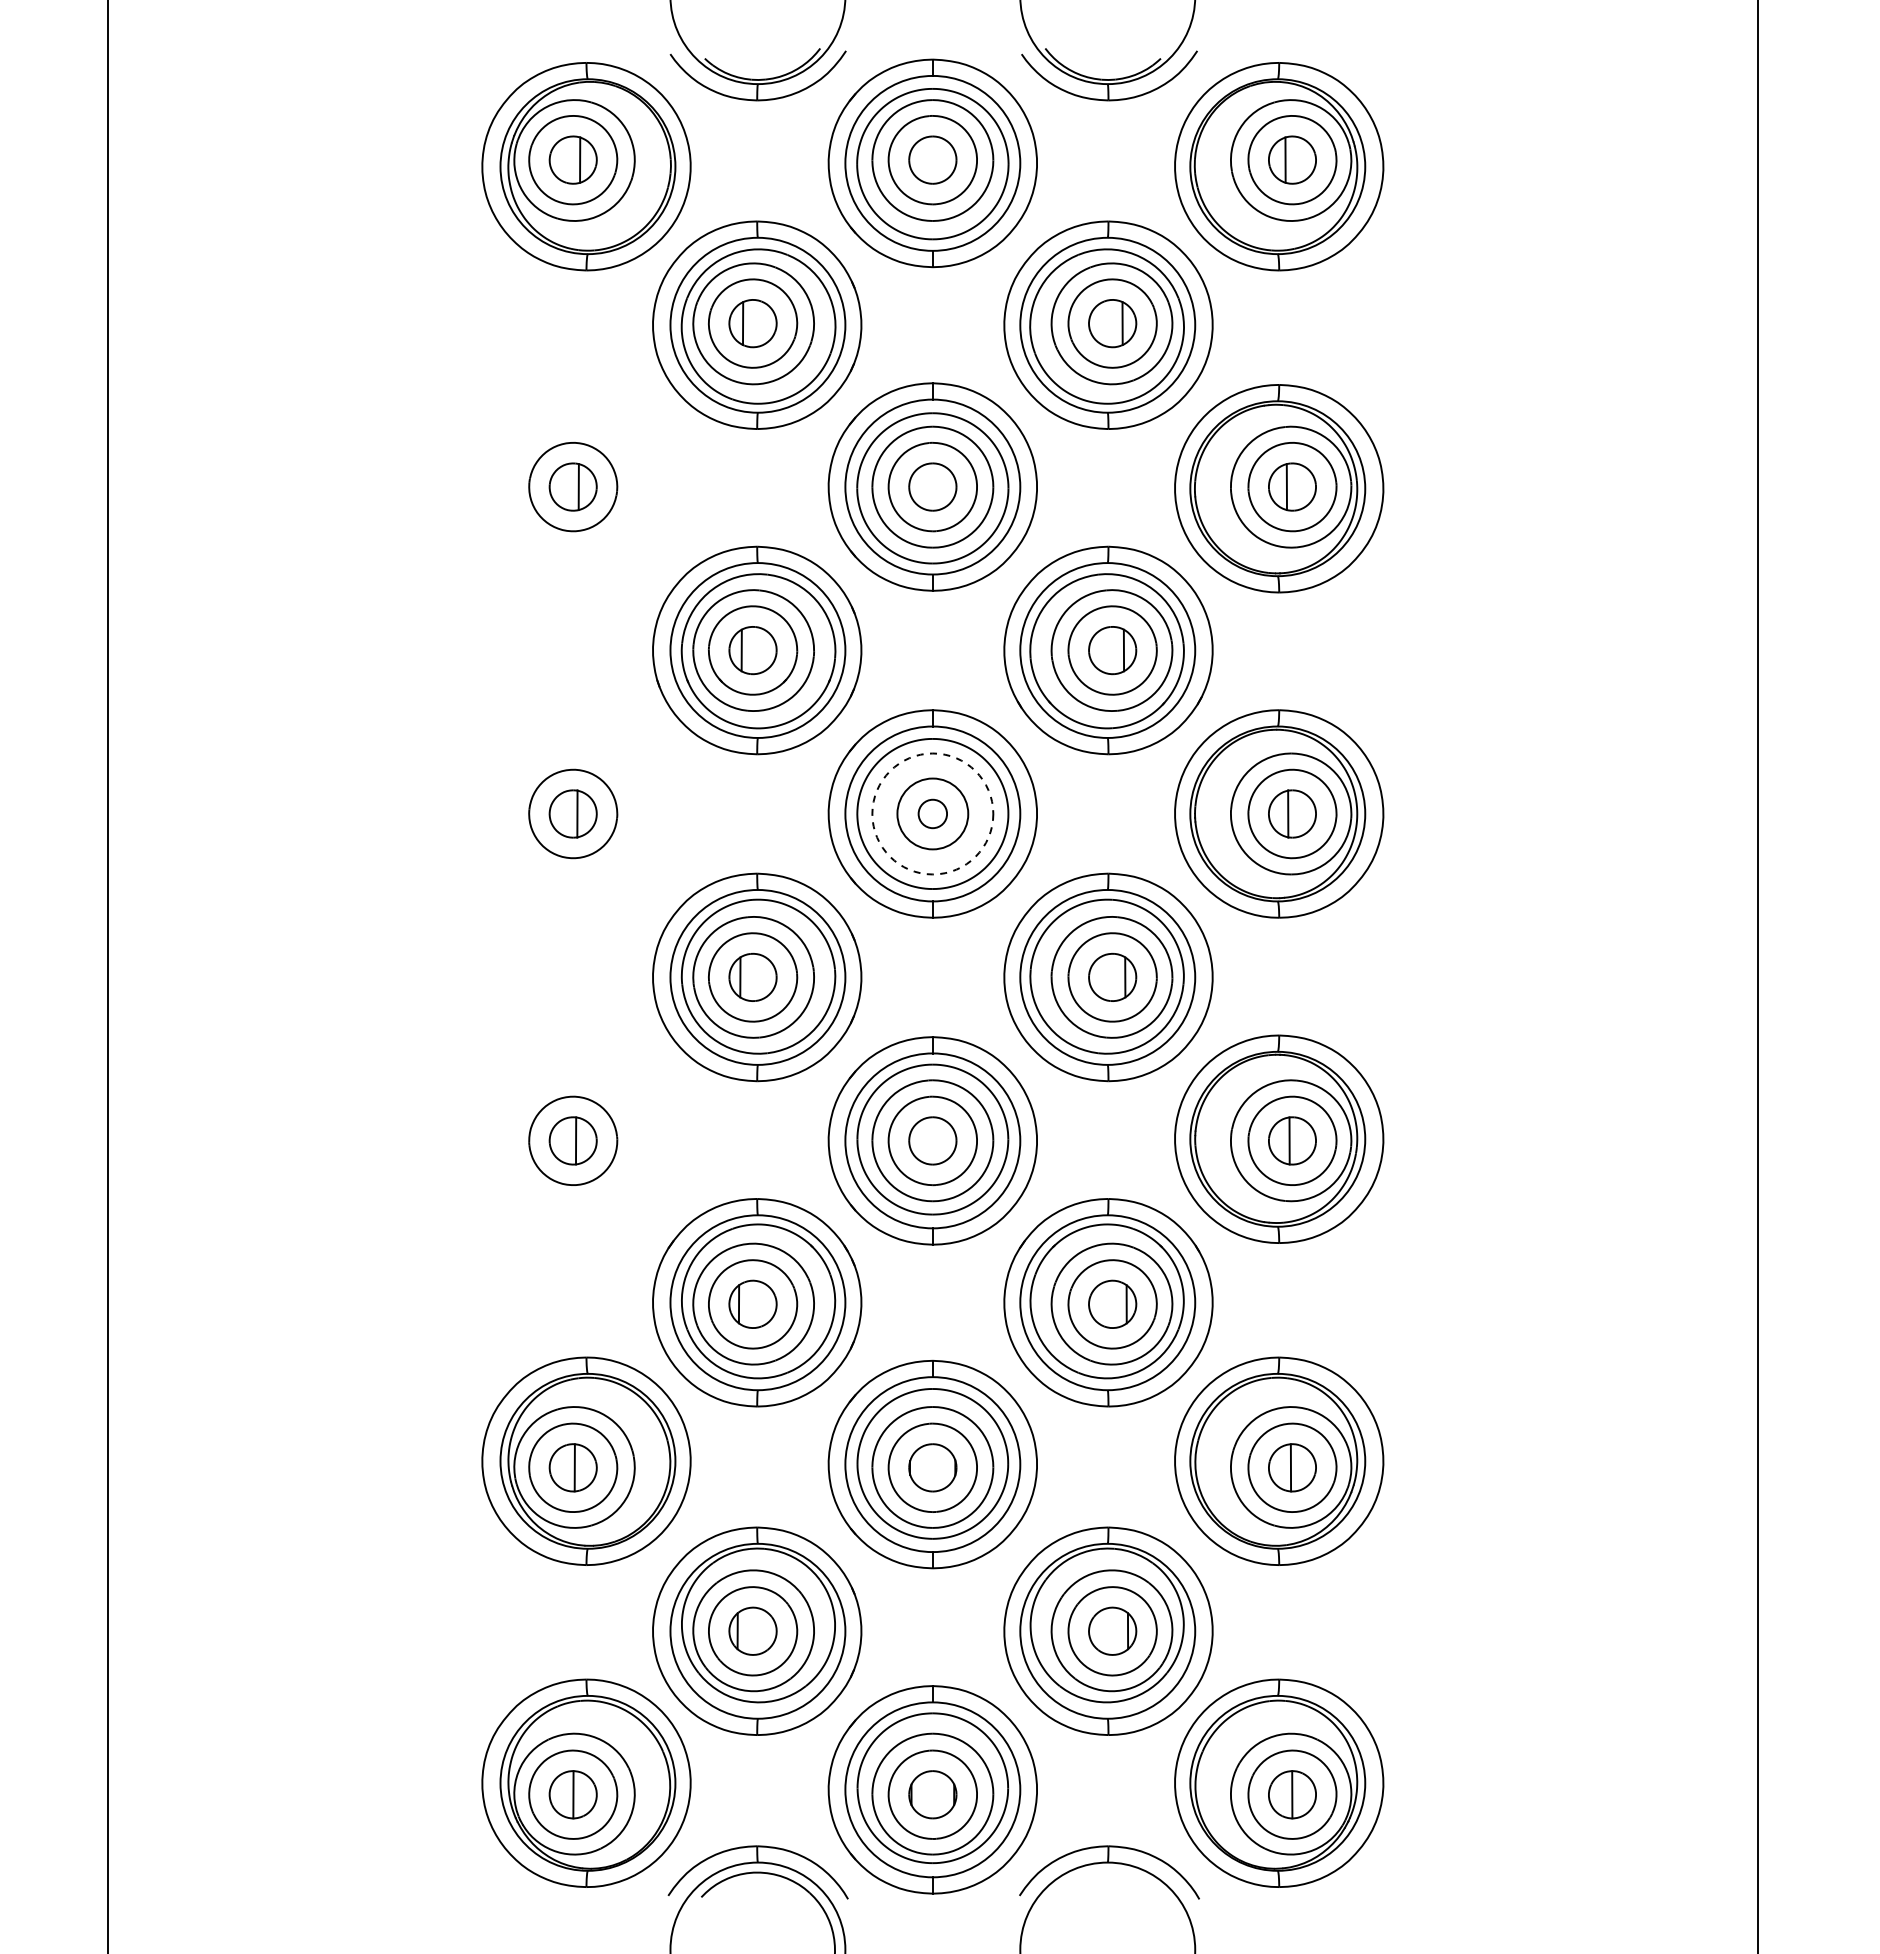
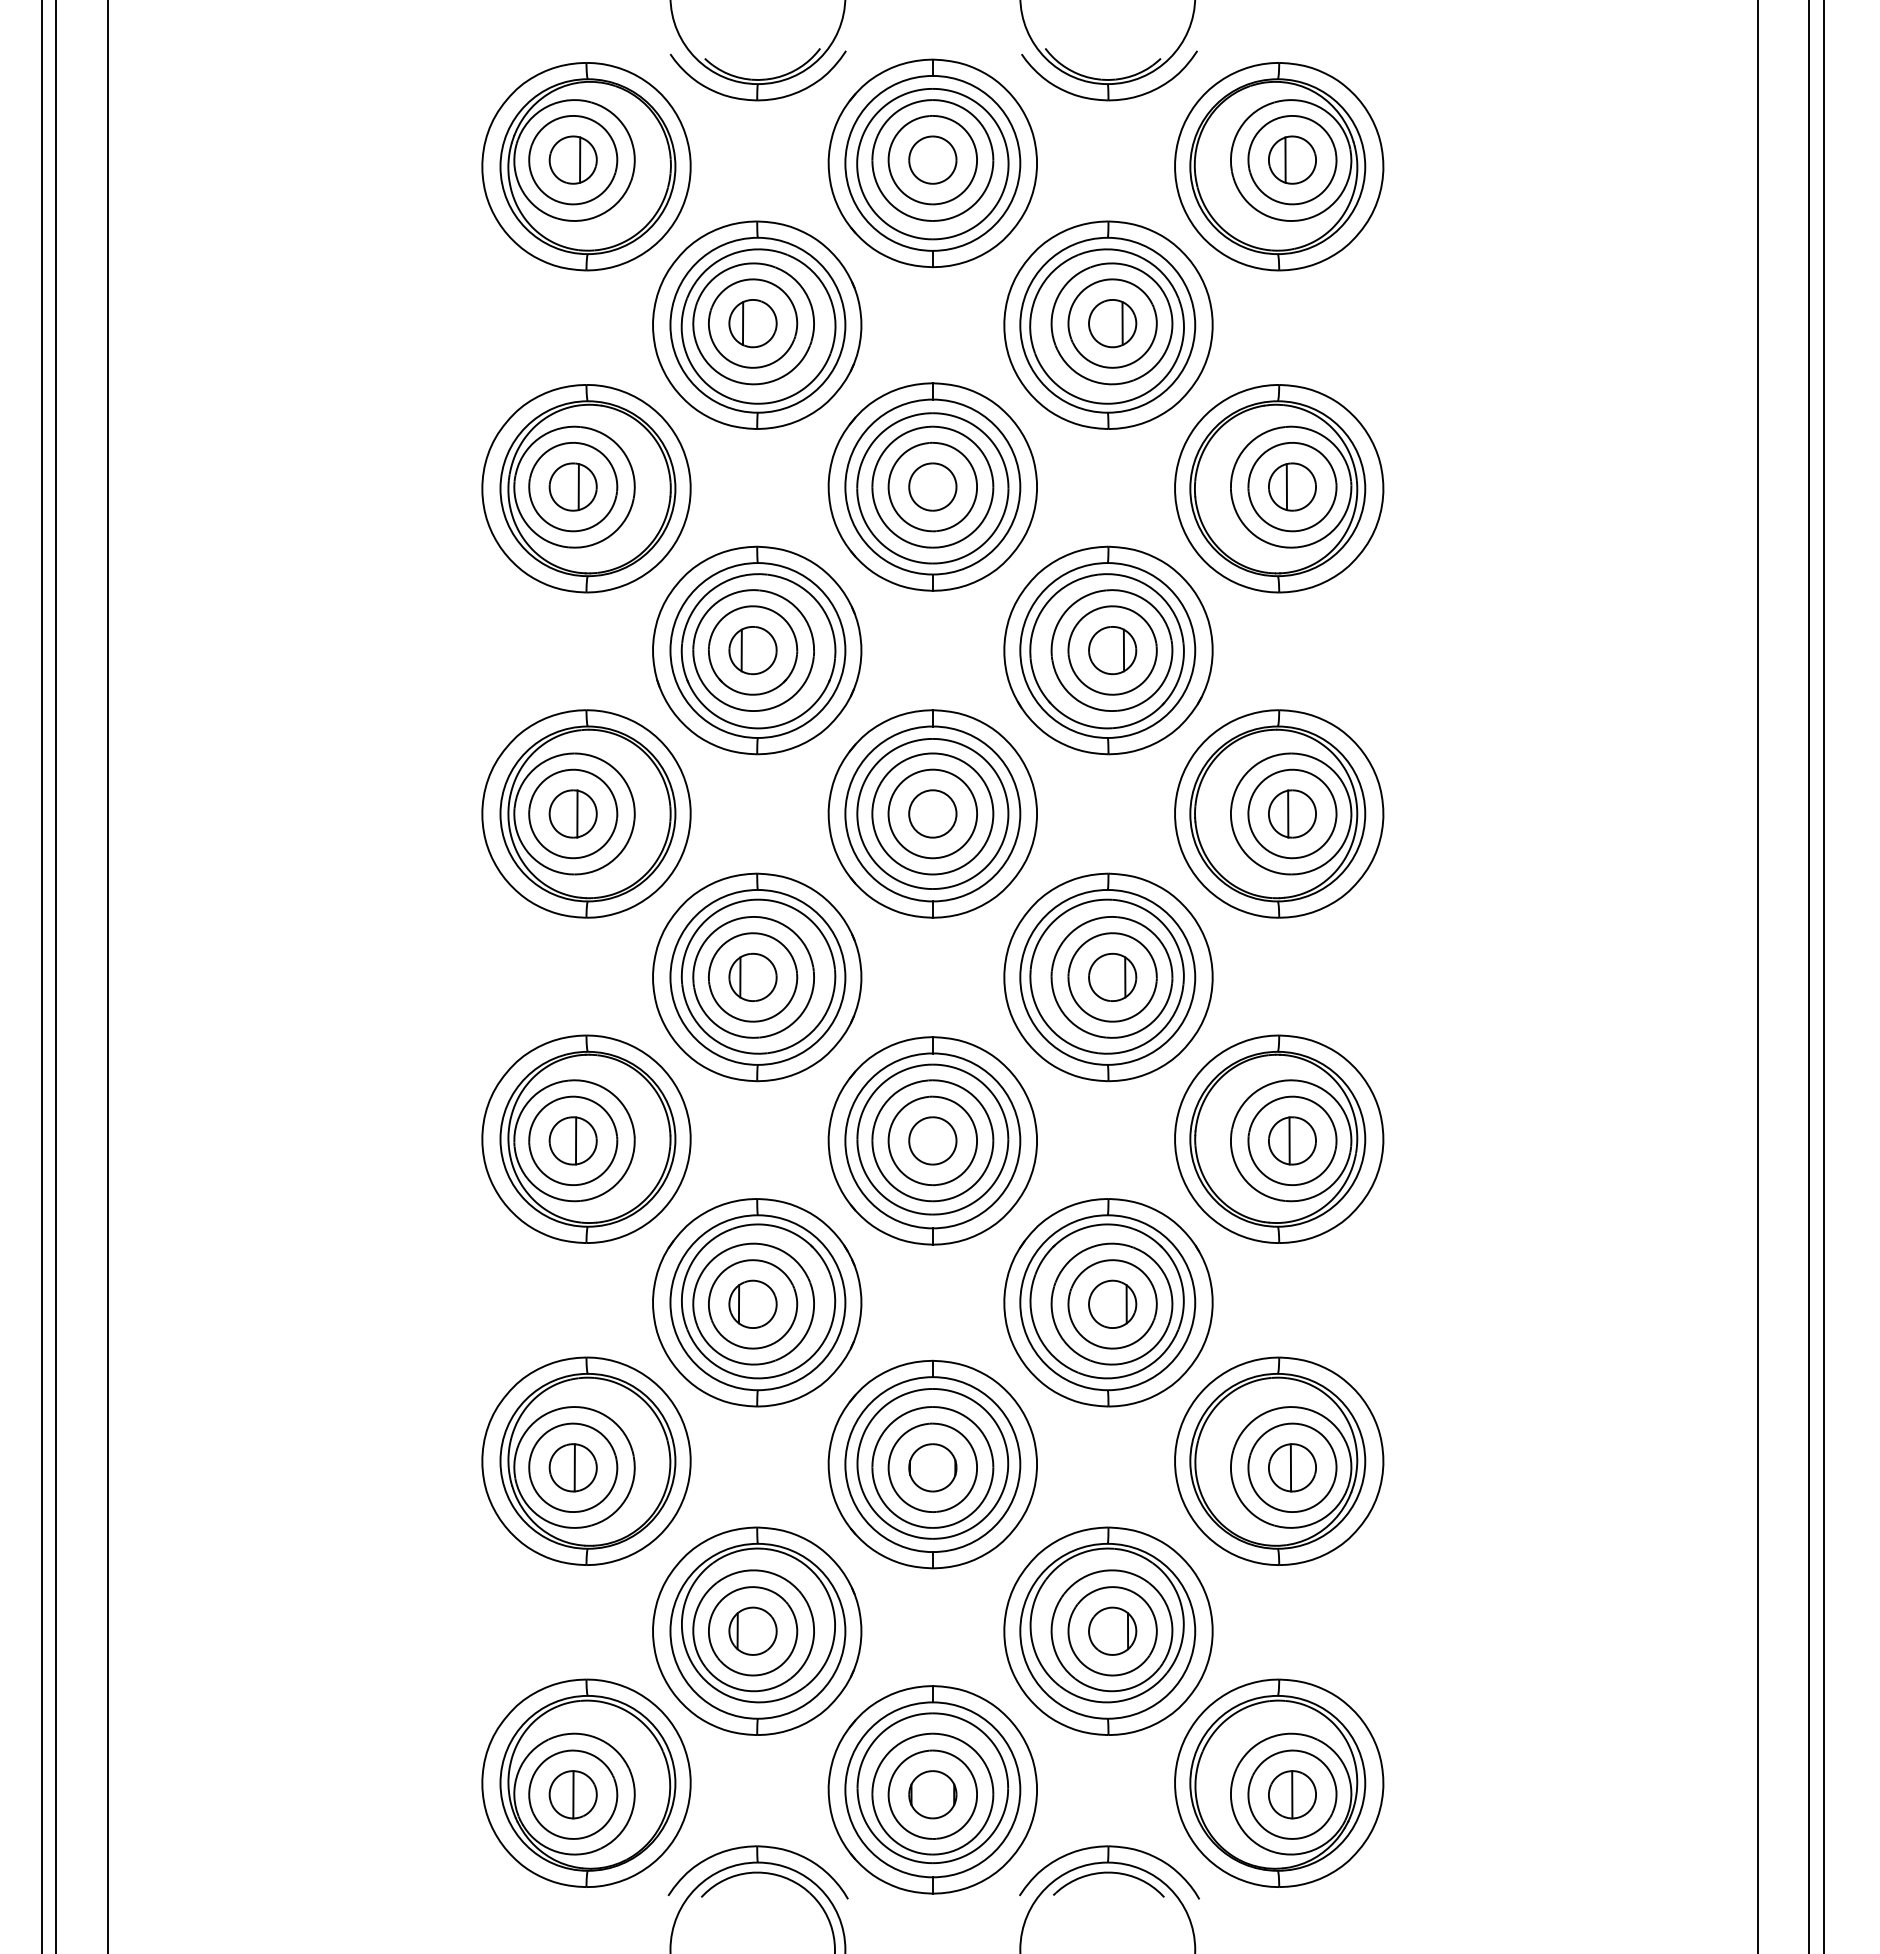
part at (586, 488): none -> present
part at (586, 813): none -> present
circle at (932, 813) diameter: 28 px -> 47 px
circle at (932, 813) diameter: 71 px -> 89 px
circle at (932, 813): dashed -> solid
line at (41, 976): none -> present
line at (56, 976): none -> present
line at (1809, 976): none -> present
line at (1823, 976): none -> present
part at (586, 1138): none -> present
part at (1108, 1873): none -> present
